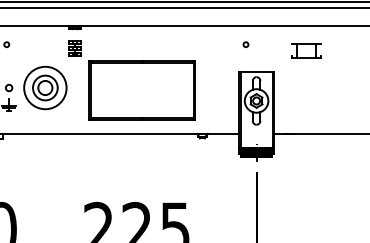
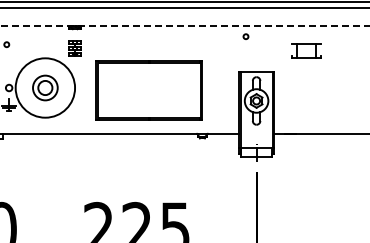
line at (185, 25): solid -> dashed
circle at (245, 44) position: (245, 44) -> (245, 36)
circle at (45, 87) diameter: 42 px -> 59 px
part at (141, 90) position: (141, 90) -> (148, 90)
hatch at (256, 151): present -> none
